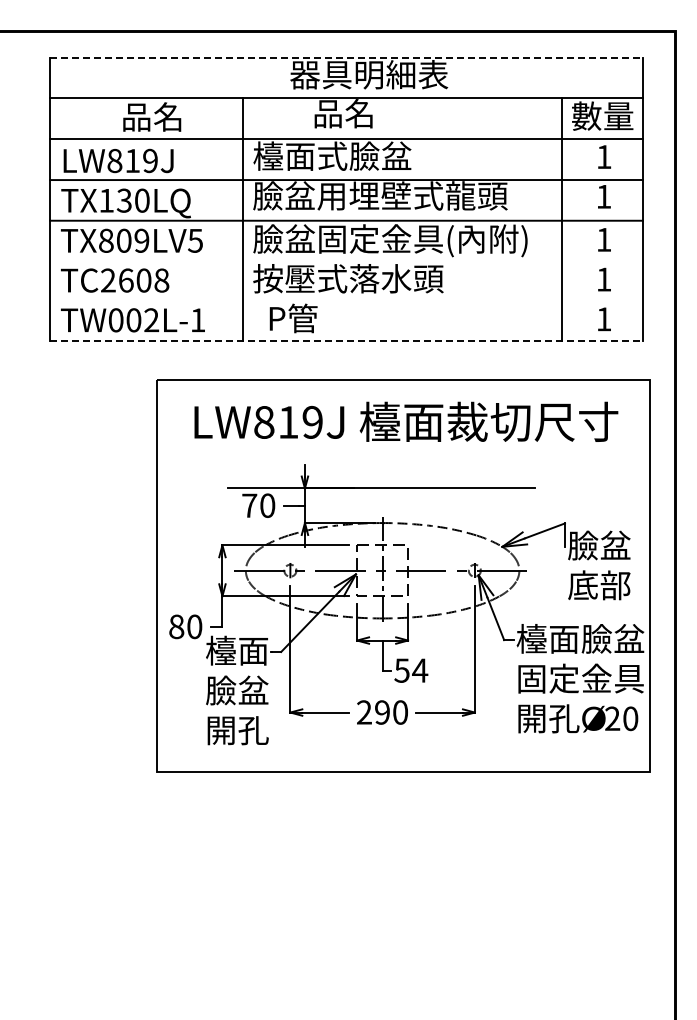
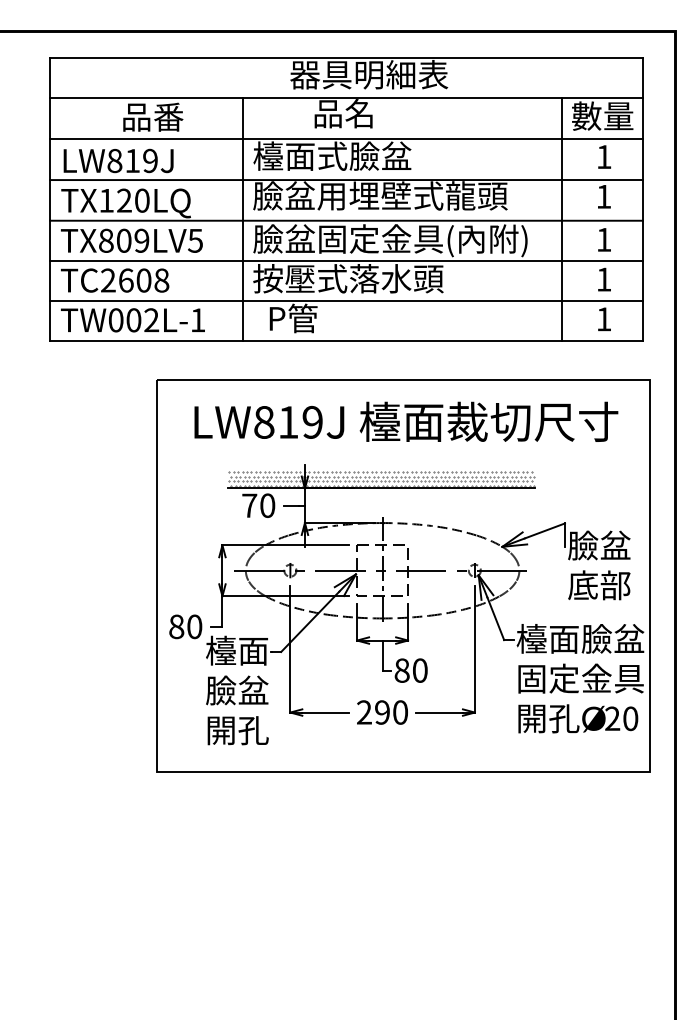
line at (346, 57): dashed -> solid
text at (168, 116): 品名 -> 品番
text at (123, 200): TX130LQ -> TX120LQ
line at (346, 261): none -> present
line at (346, 300): none -> present
line at (346, 340): dashed -> solid
hatch at (381, 478): none -> present
text at (411, 670): 54 -> 80
